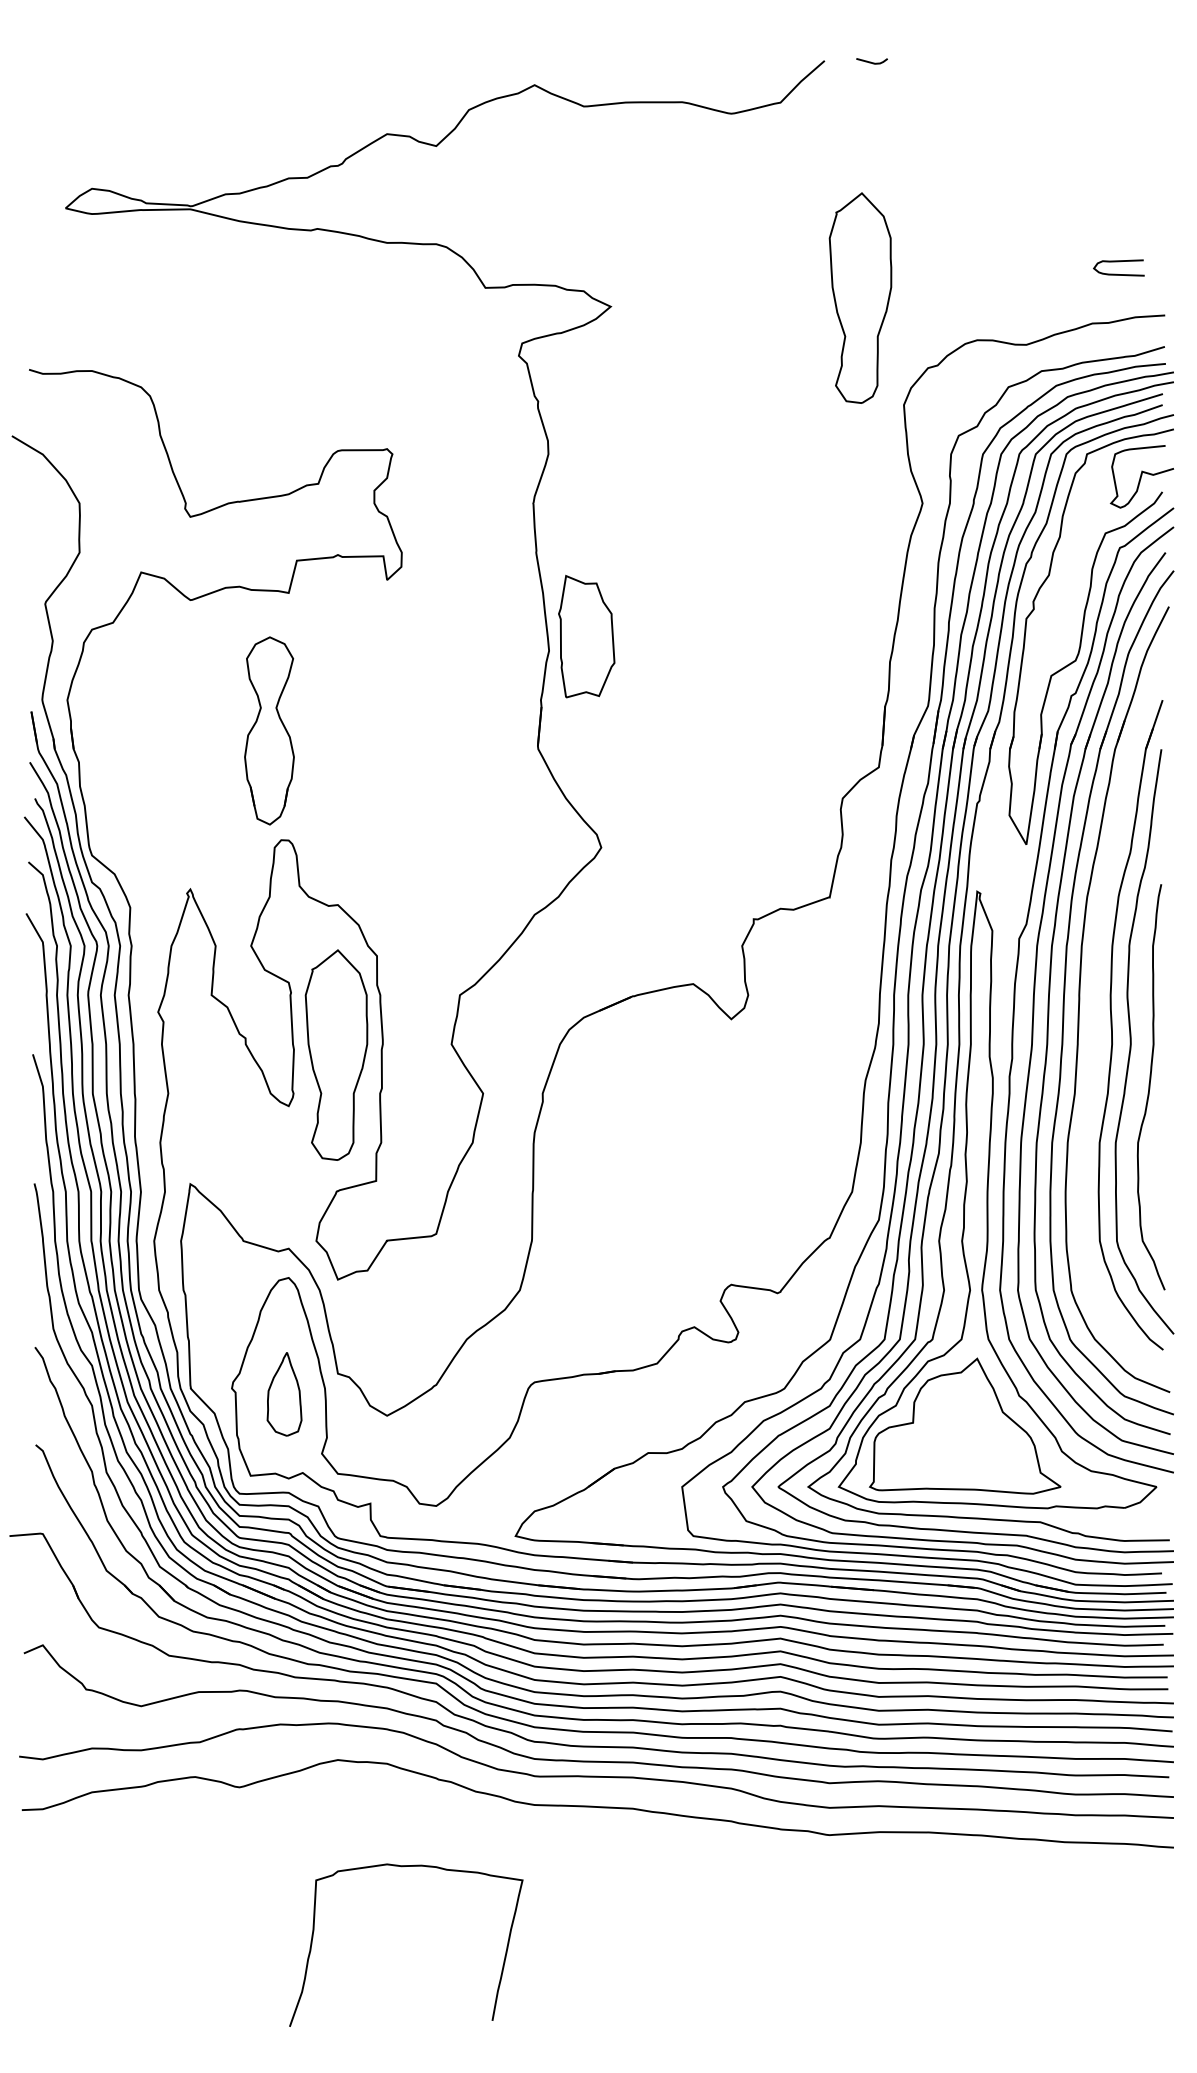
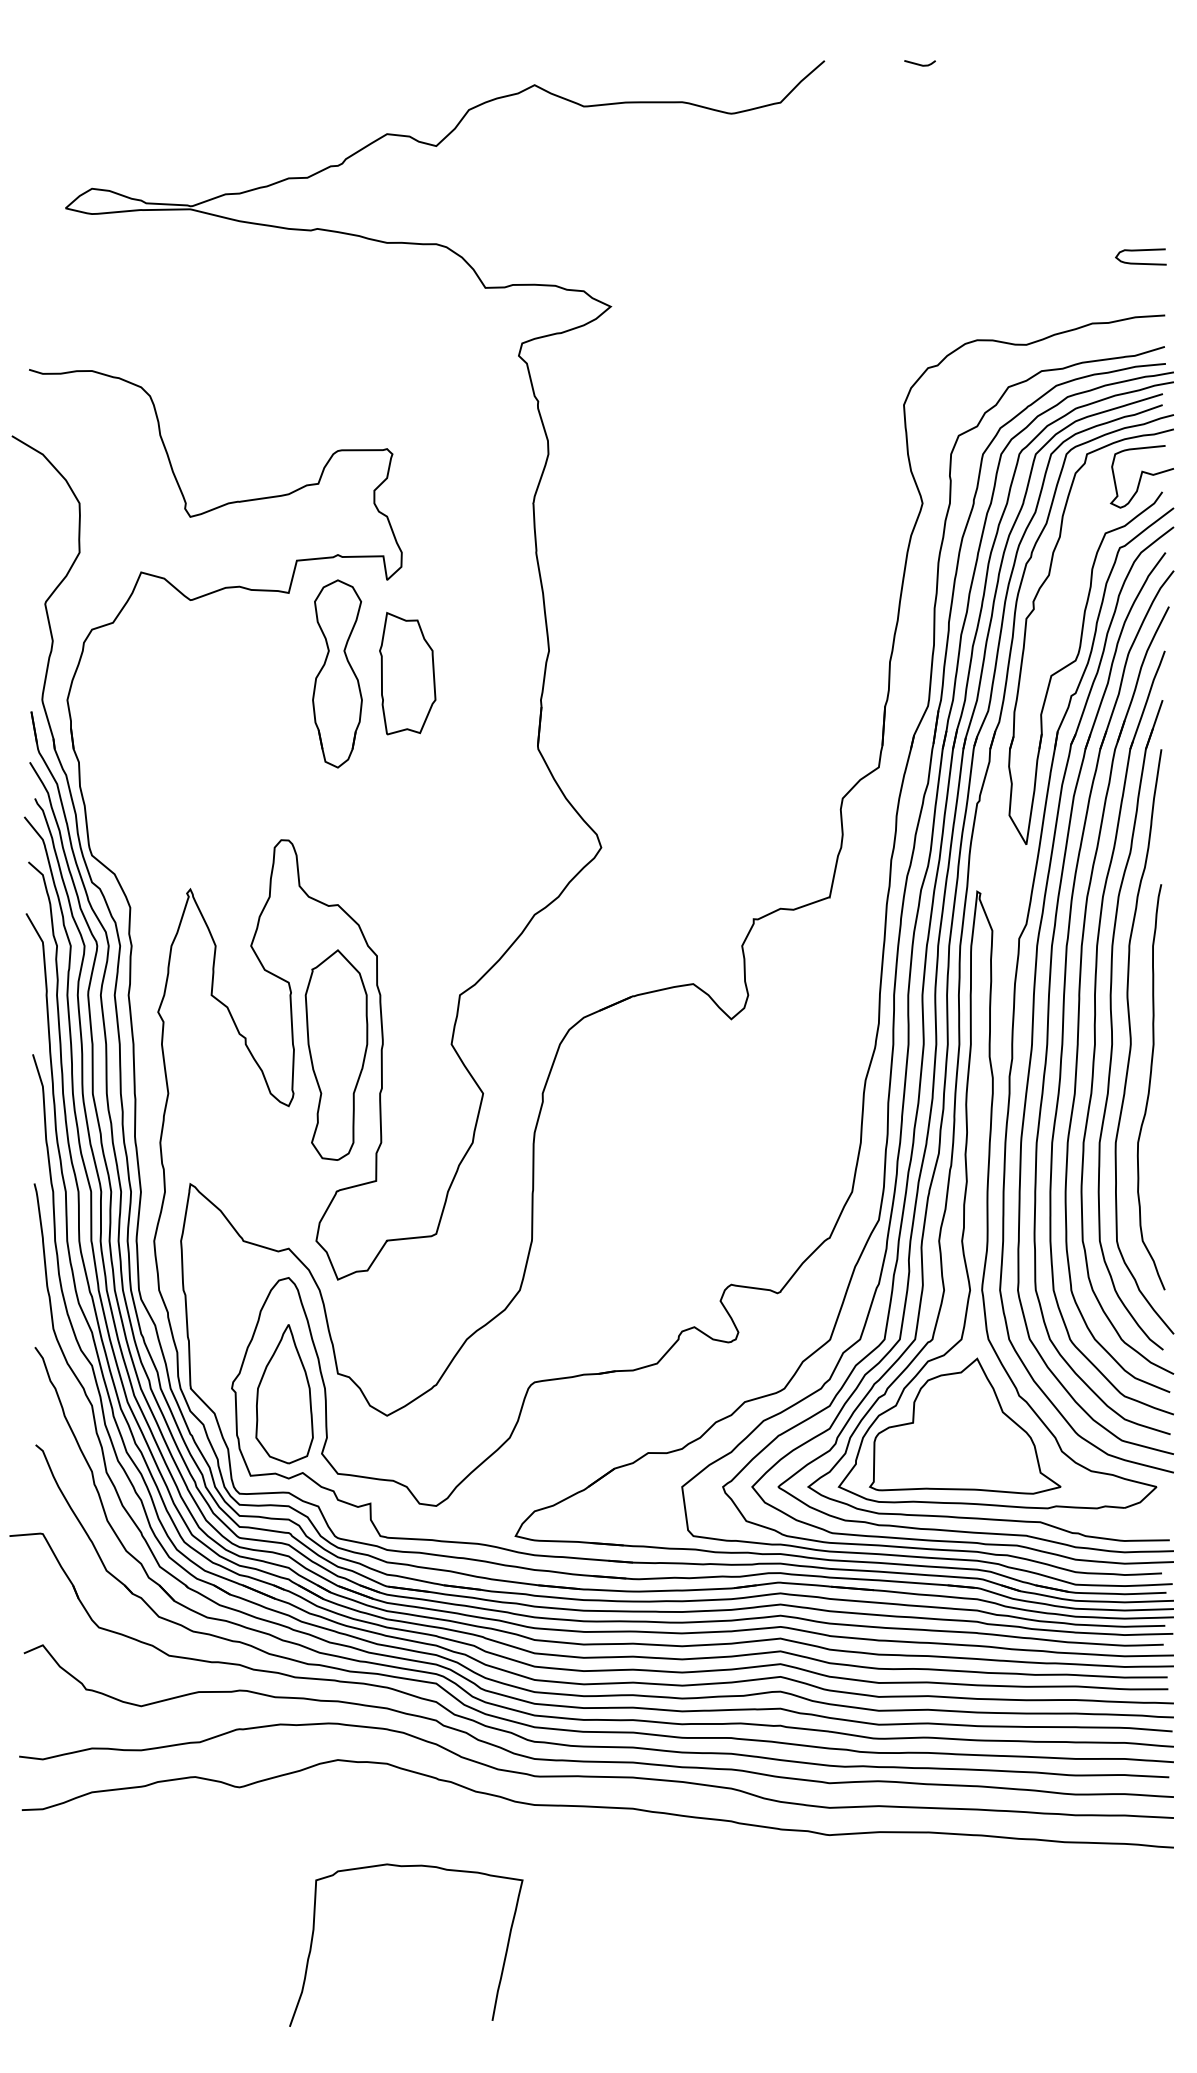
line at (871, 61) position: (871, 61) -> (919, 63)
curve at (1118, 262) position: (1118, 262) -> (1140, 251)
part at (860, 297): present -> none
part at (586, 636) position: (586, 636) -> (407, 673)
part at (269, 730) position: (269, 730) -> (337, 673)
part at (1095, 1012): none -> present
part at (284, 1394) size: 37x85 px -> 59x141 px
